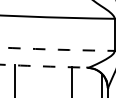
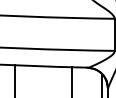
arc at (57, 49): dashed -> solid
arc at (43, 66): dashed -> solid
